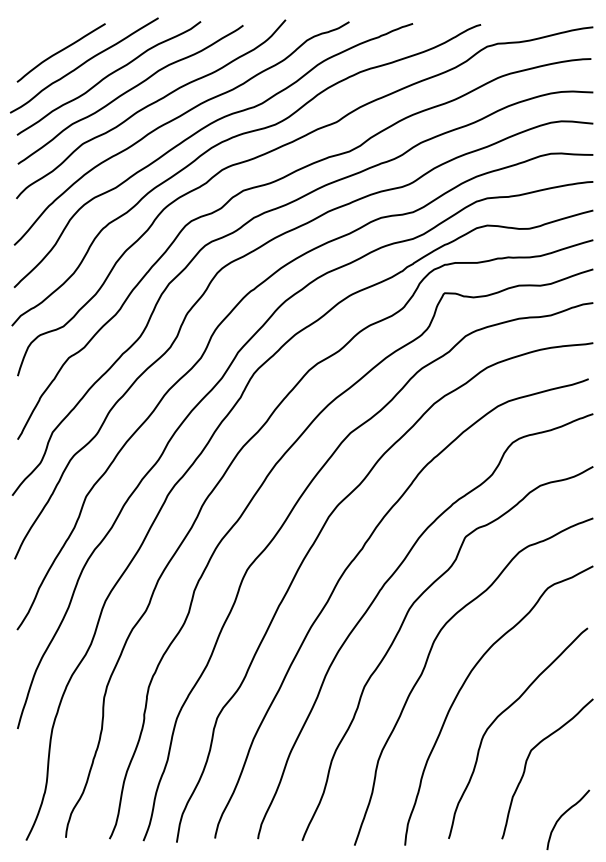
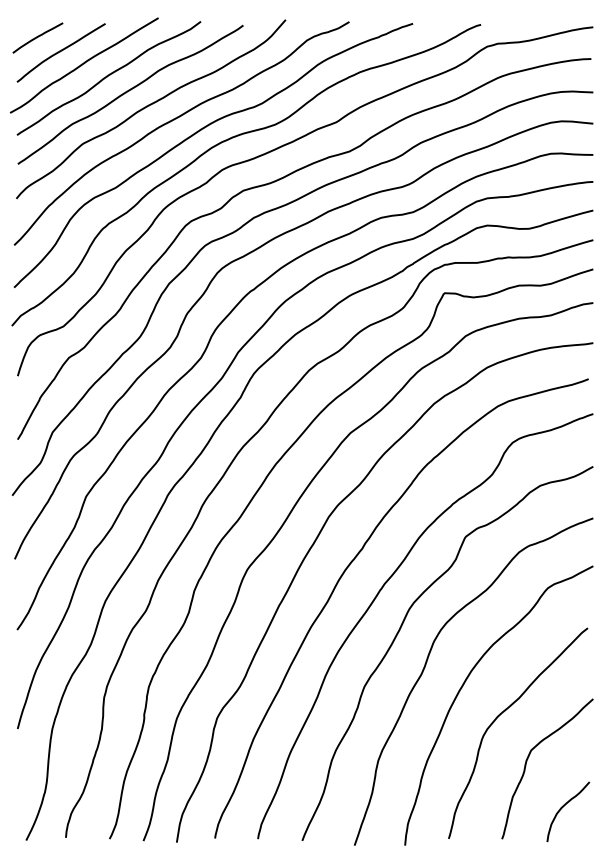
curve at (37, 37): none -> present
curve at (564, 814) position: (564, 814) -> (564, 806)
